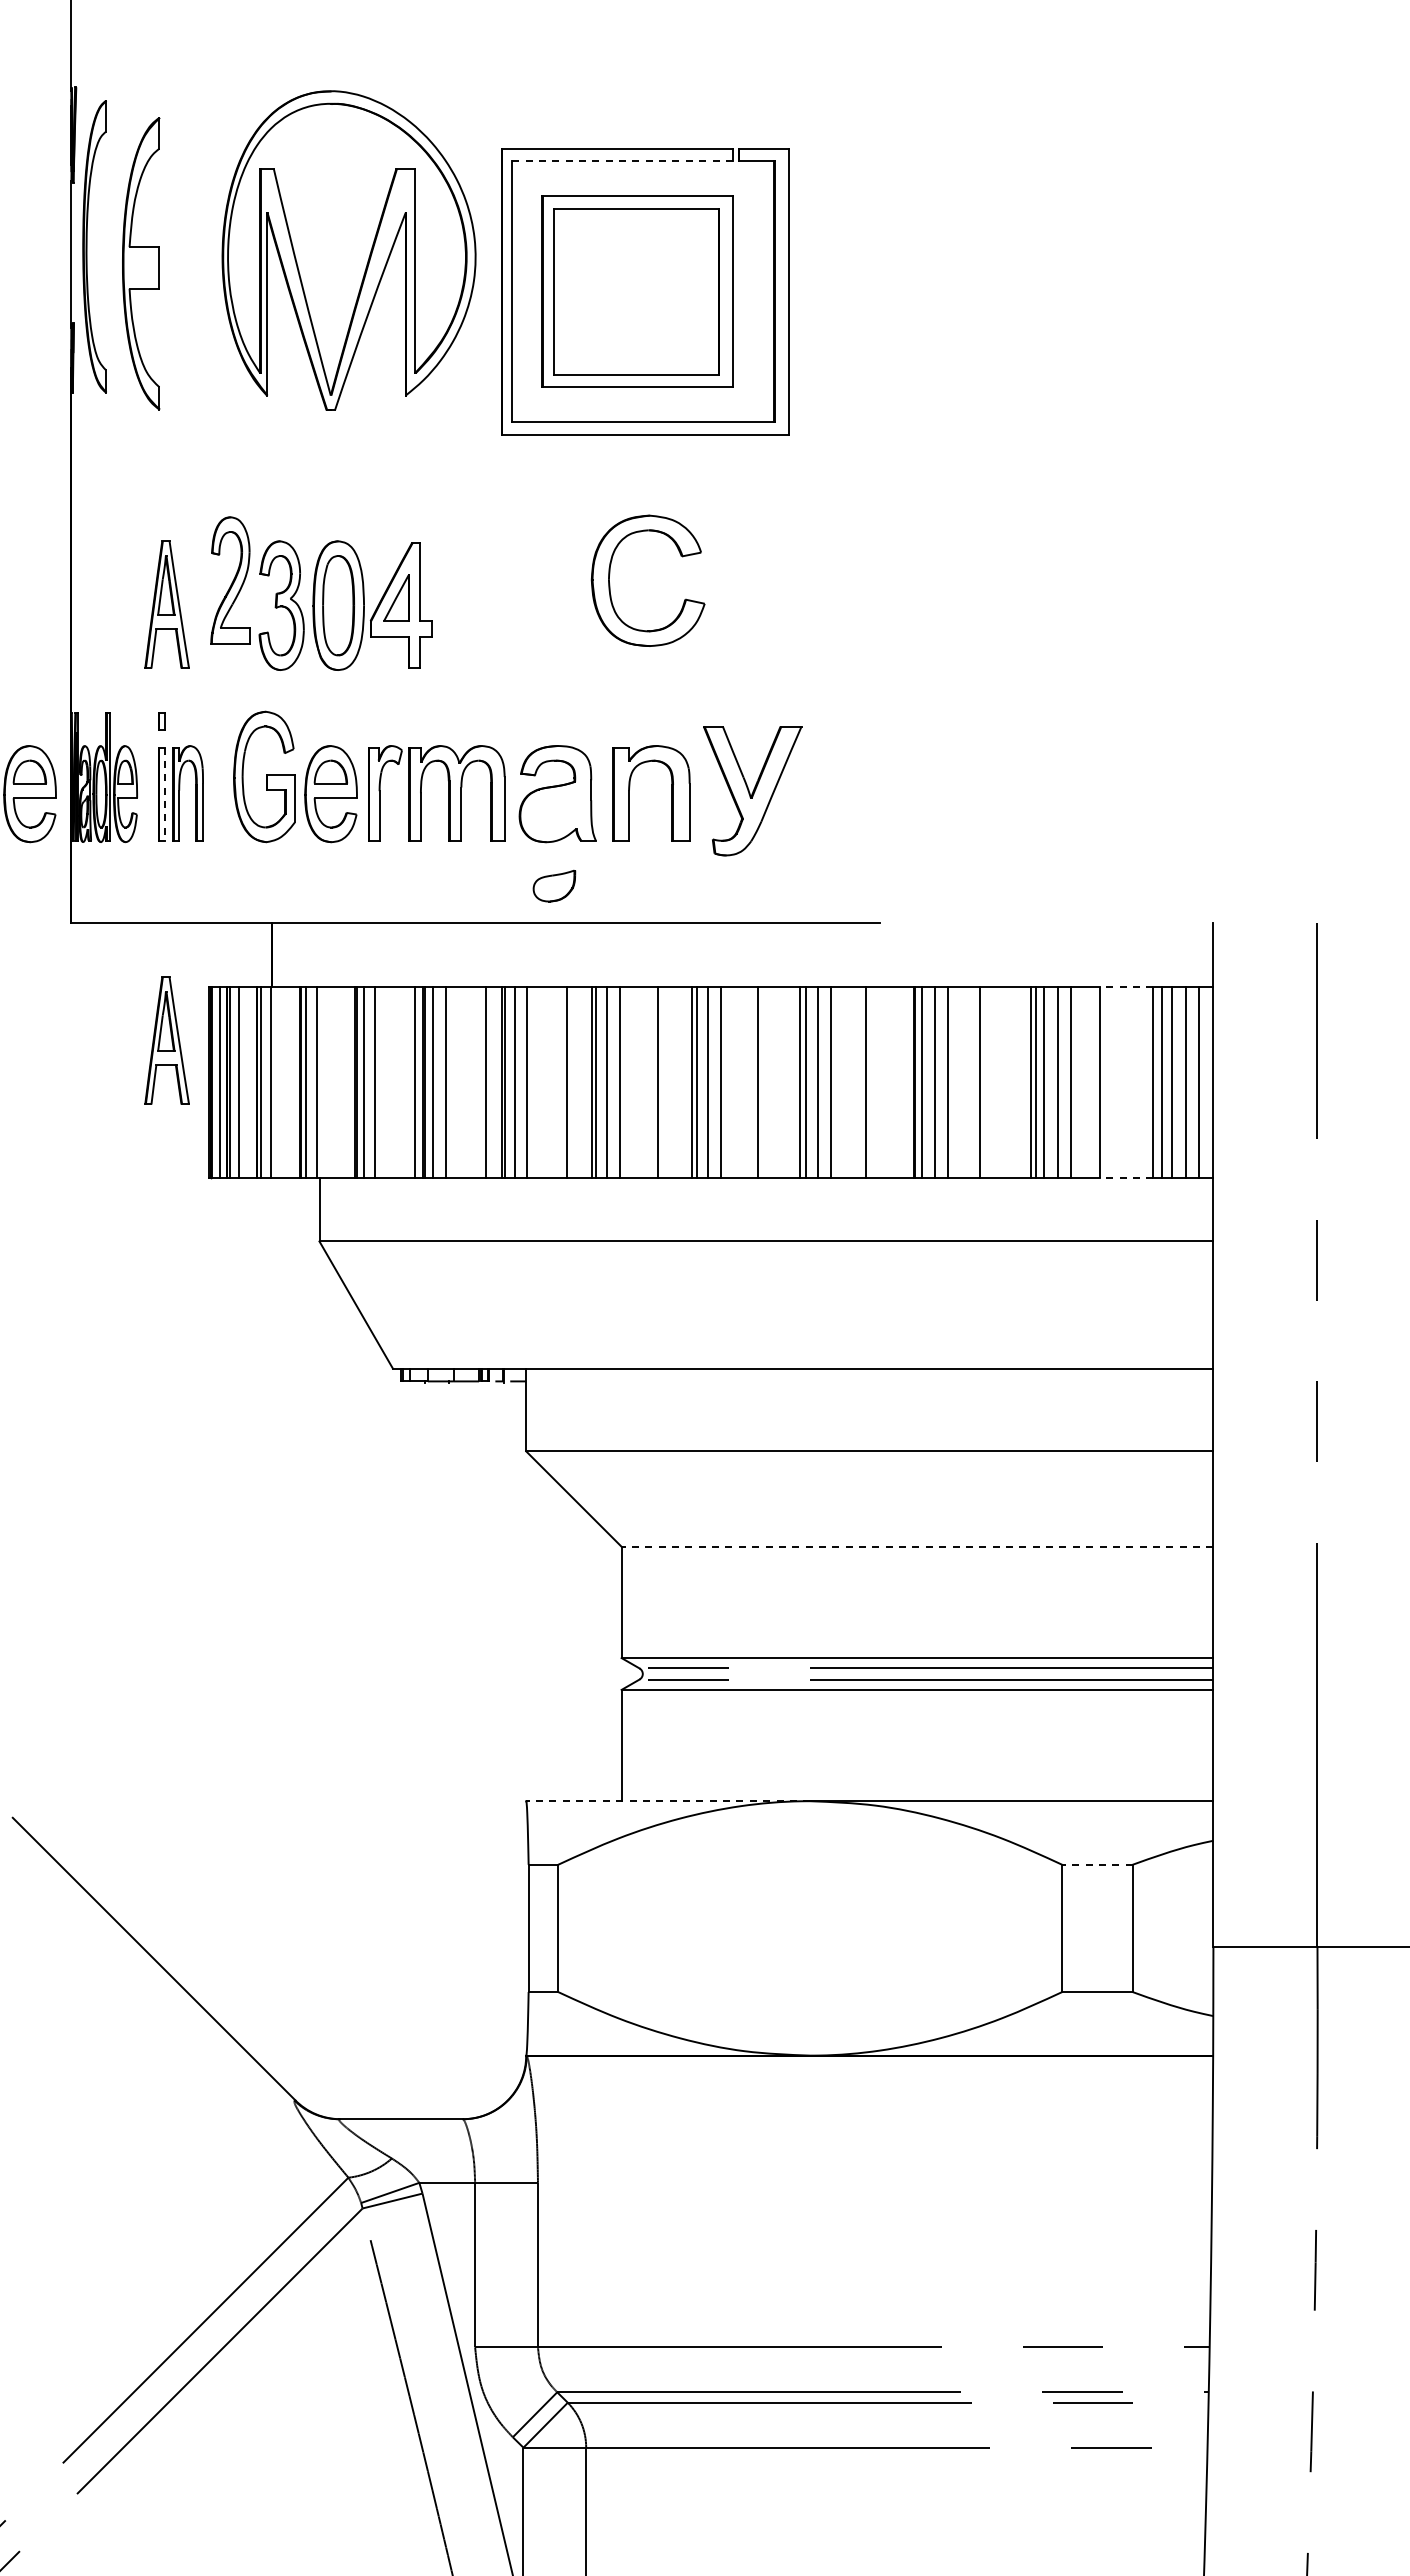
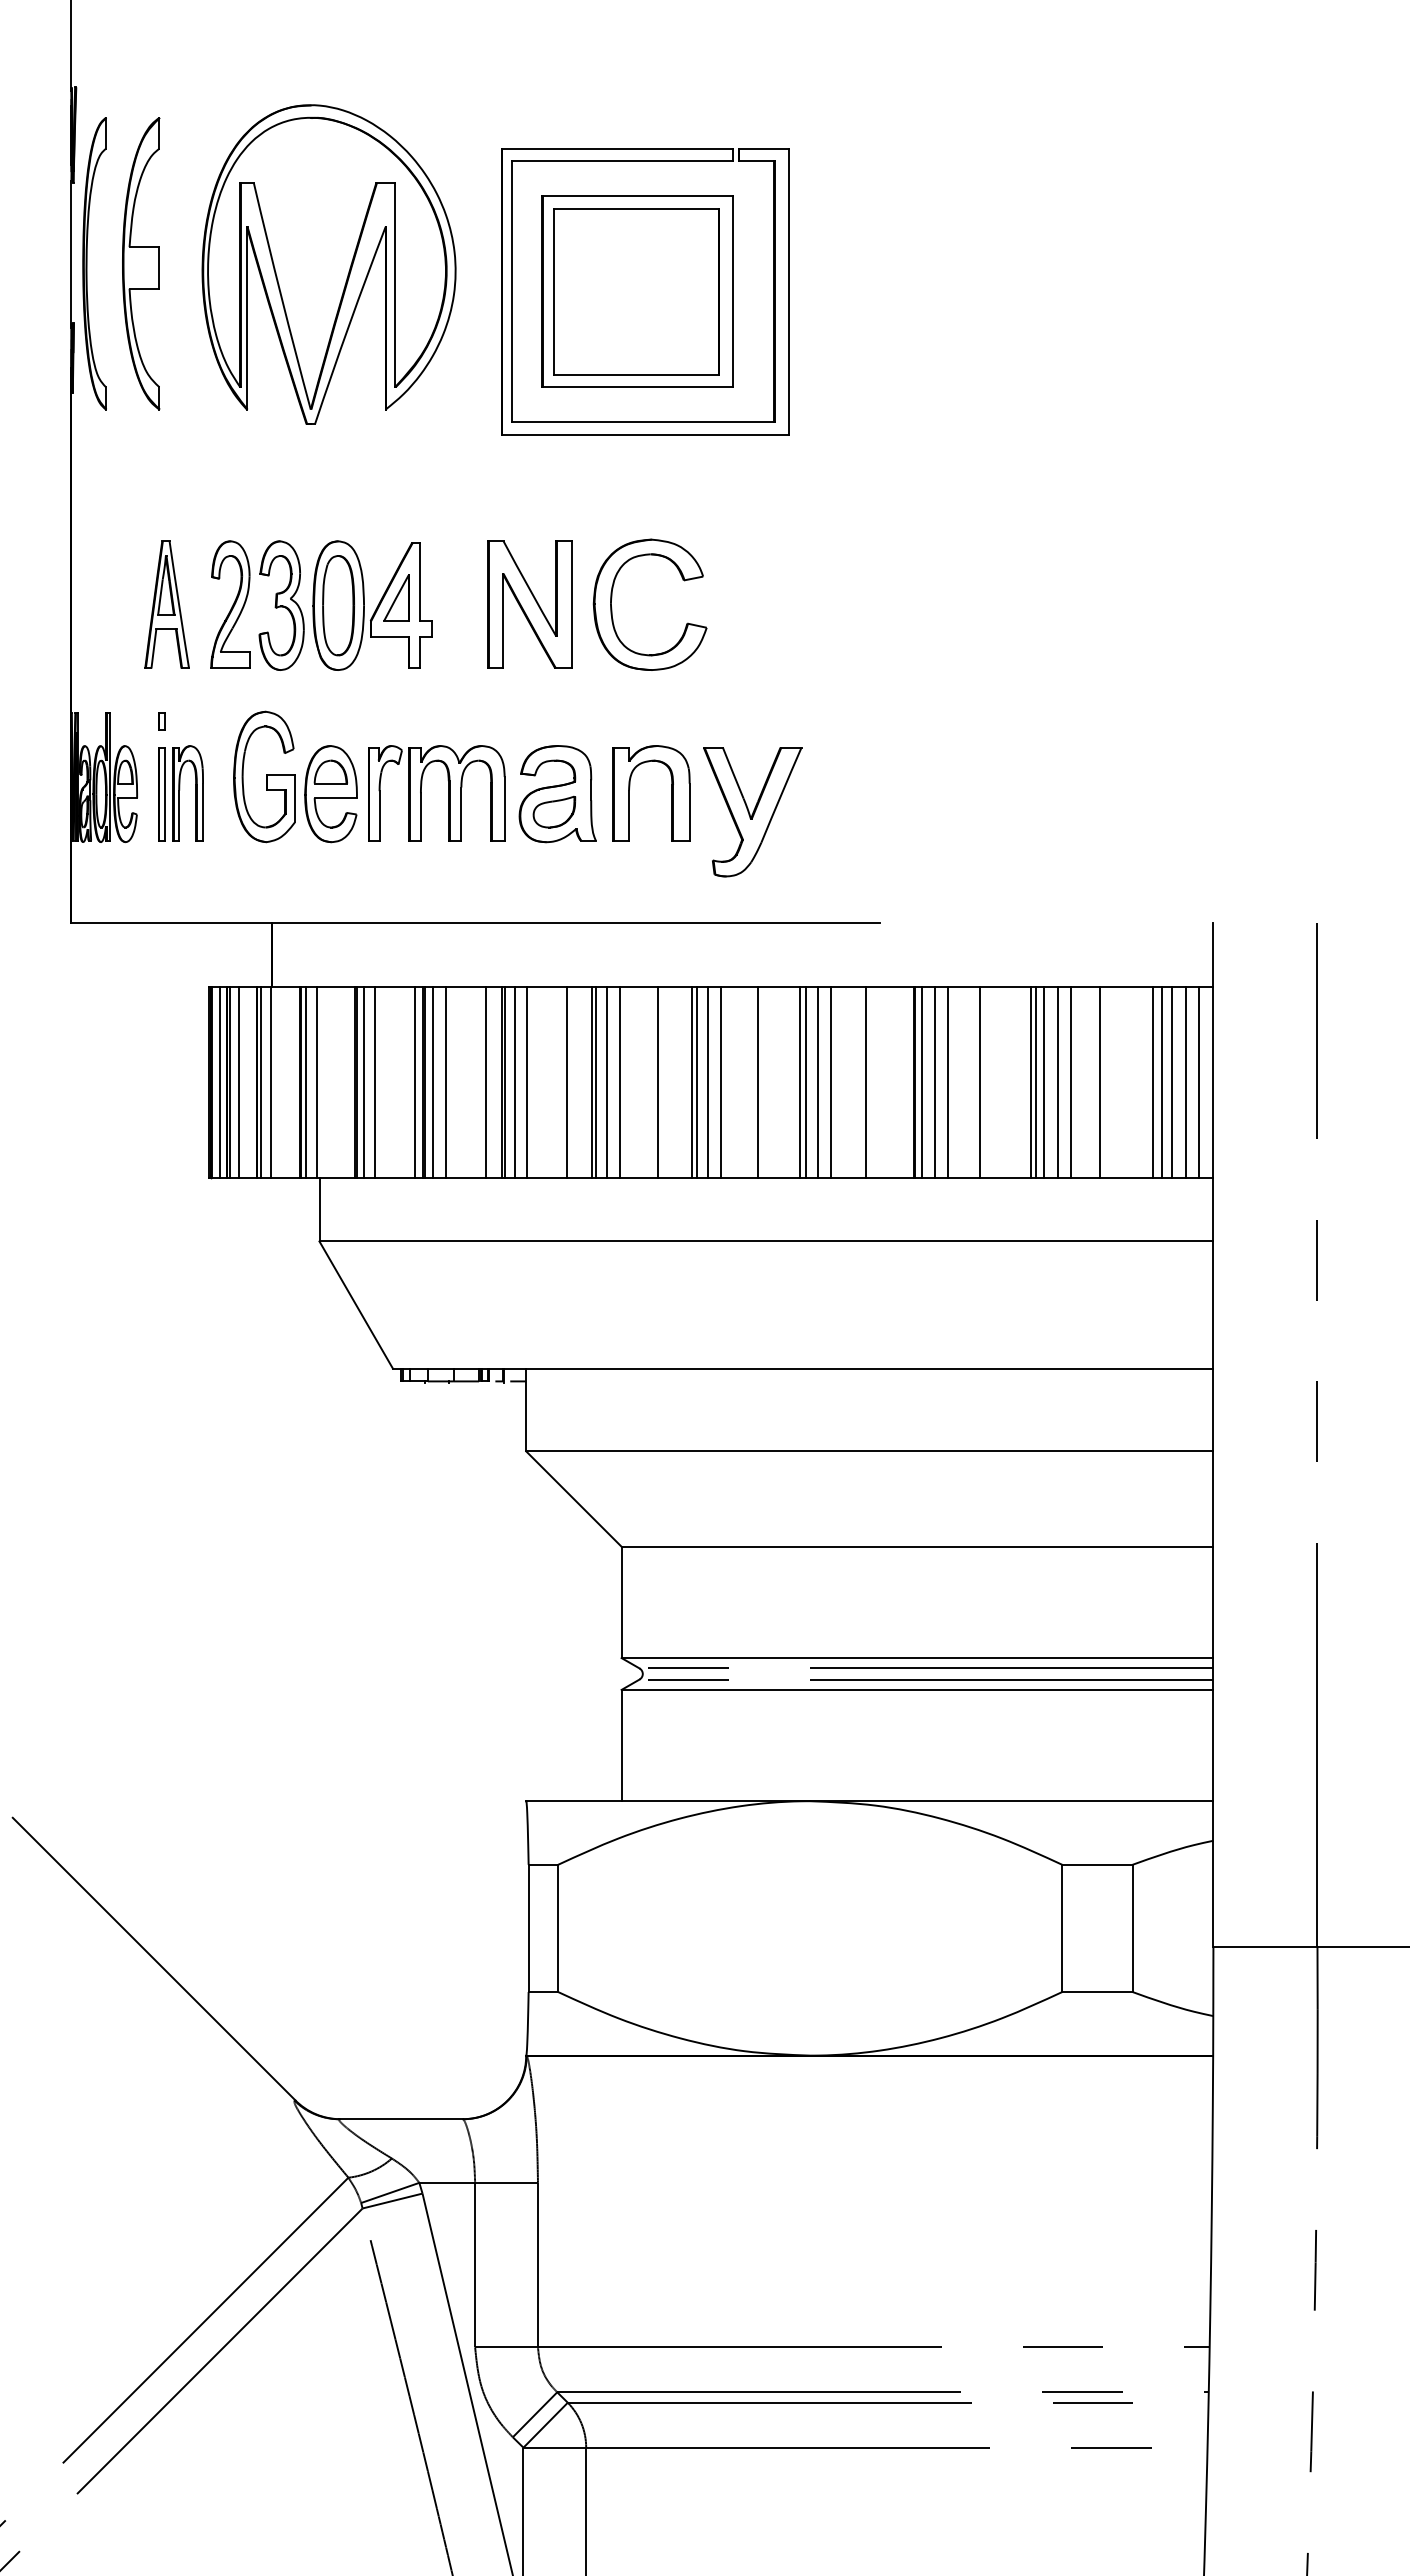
line at (623, 161): dashed -> solid
part at (87, 246) position: (87, 246) -> (87, 263)
part at (348, 250) position: (348, 250) -> (328, 264)
part at (230, 580) position: (230, 580) -> (230, 604)
part at (610, 584) position: (610, 584) -> (612, 608)
part at (529, 604): none -> present
part at (752, 791) position: (752, 791) -> (752, 812)
part at (29, 794): present -> none
line at (164, 794): dashed -> solid
part at (554, 885) position: (554, 885) -> (554, 811)
line at (1126, 987): dashed -> solid
part at (166, 1040): present -> none
line at (1126, 1177): dashed -> solid
line at (917, 1546): dashed -> solid
line at (668, 1801): dashed -> solid
line at (1096, 1864): dashed -> solid
